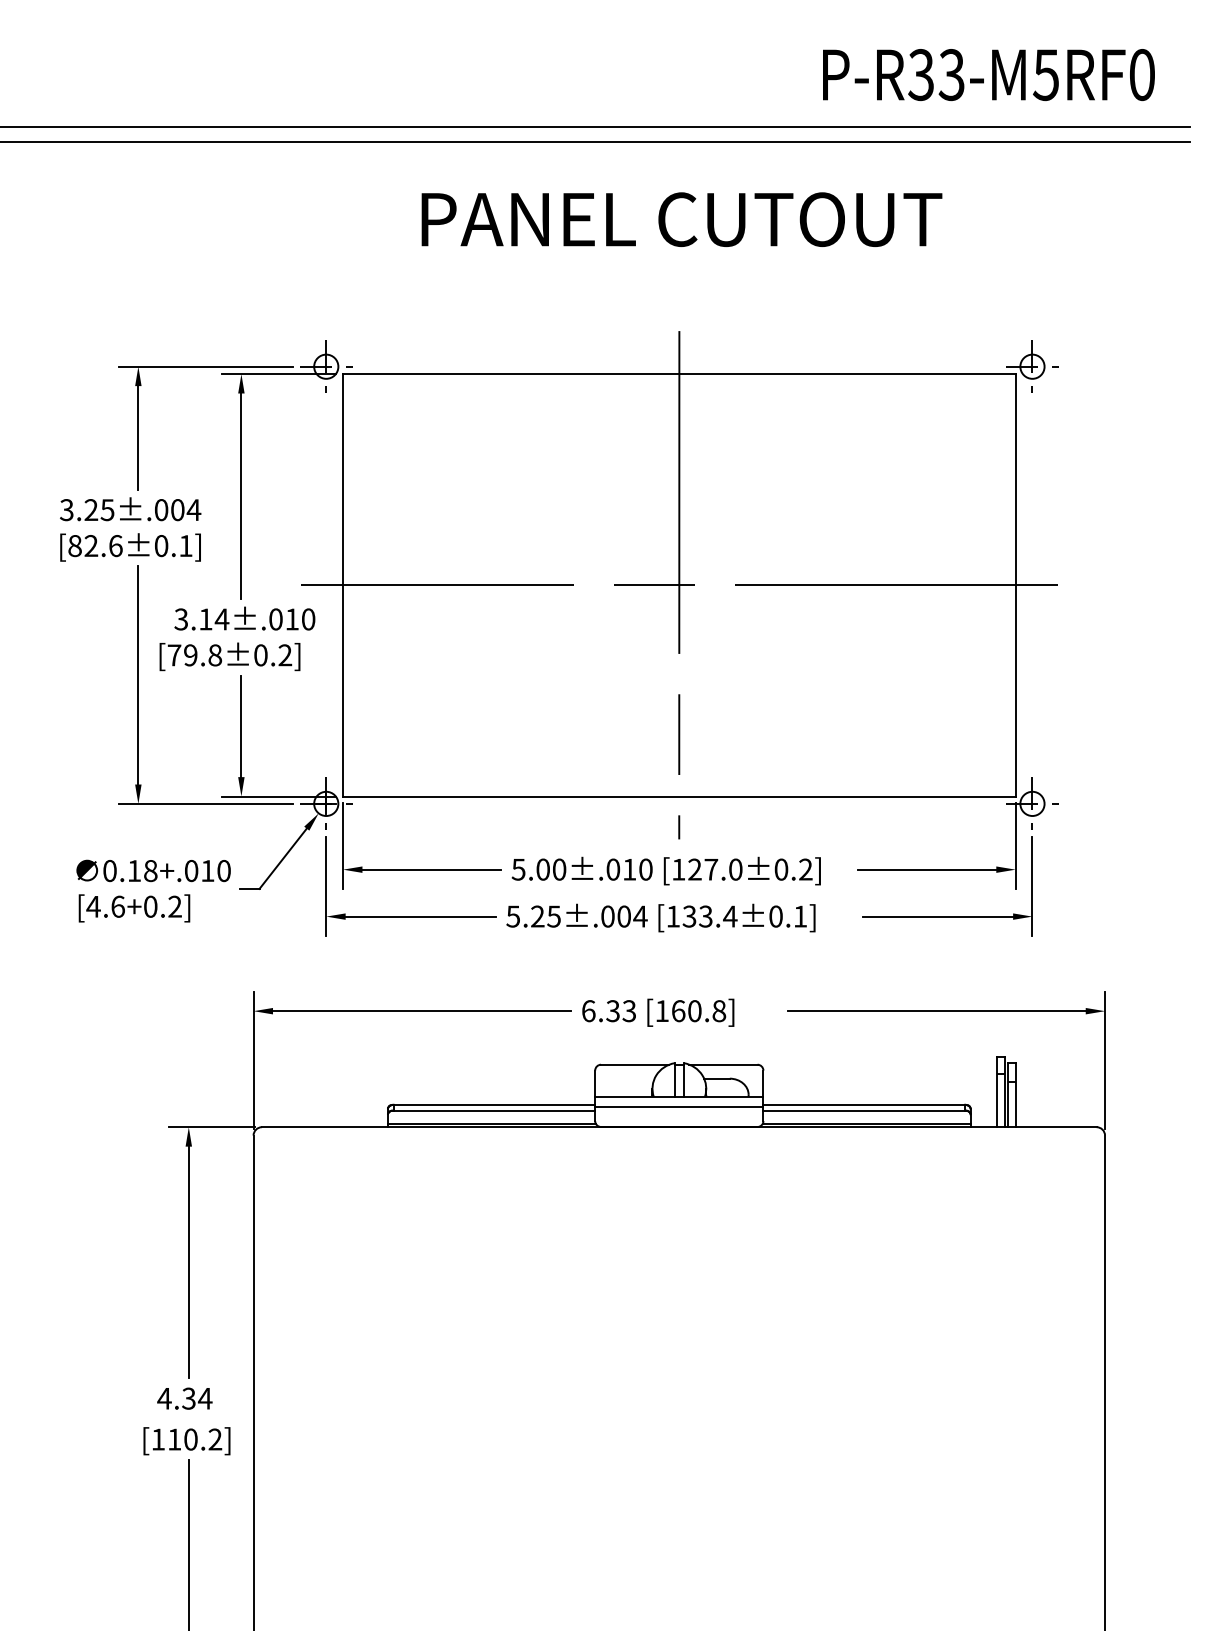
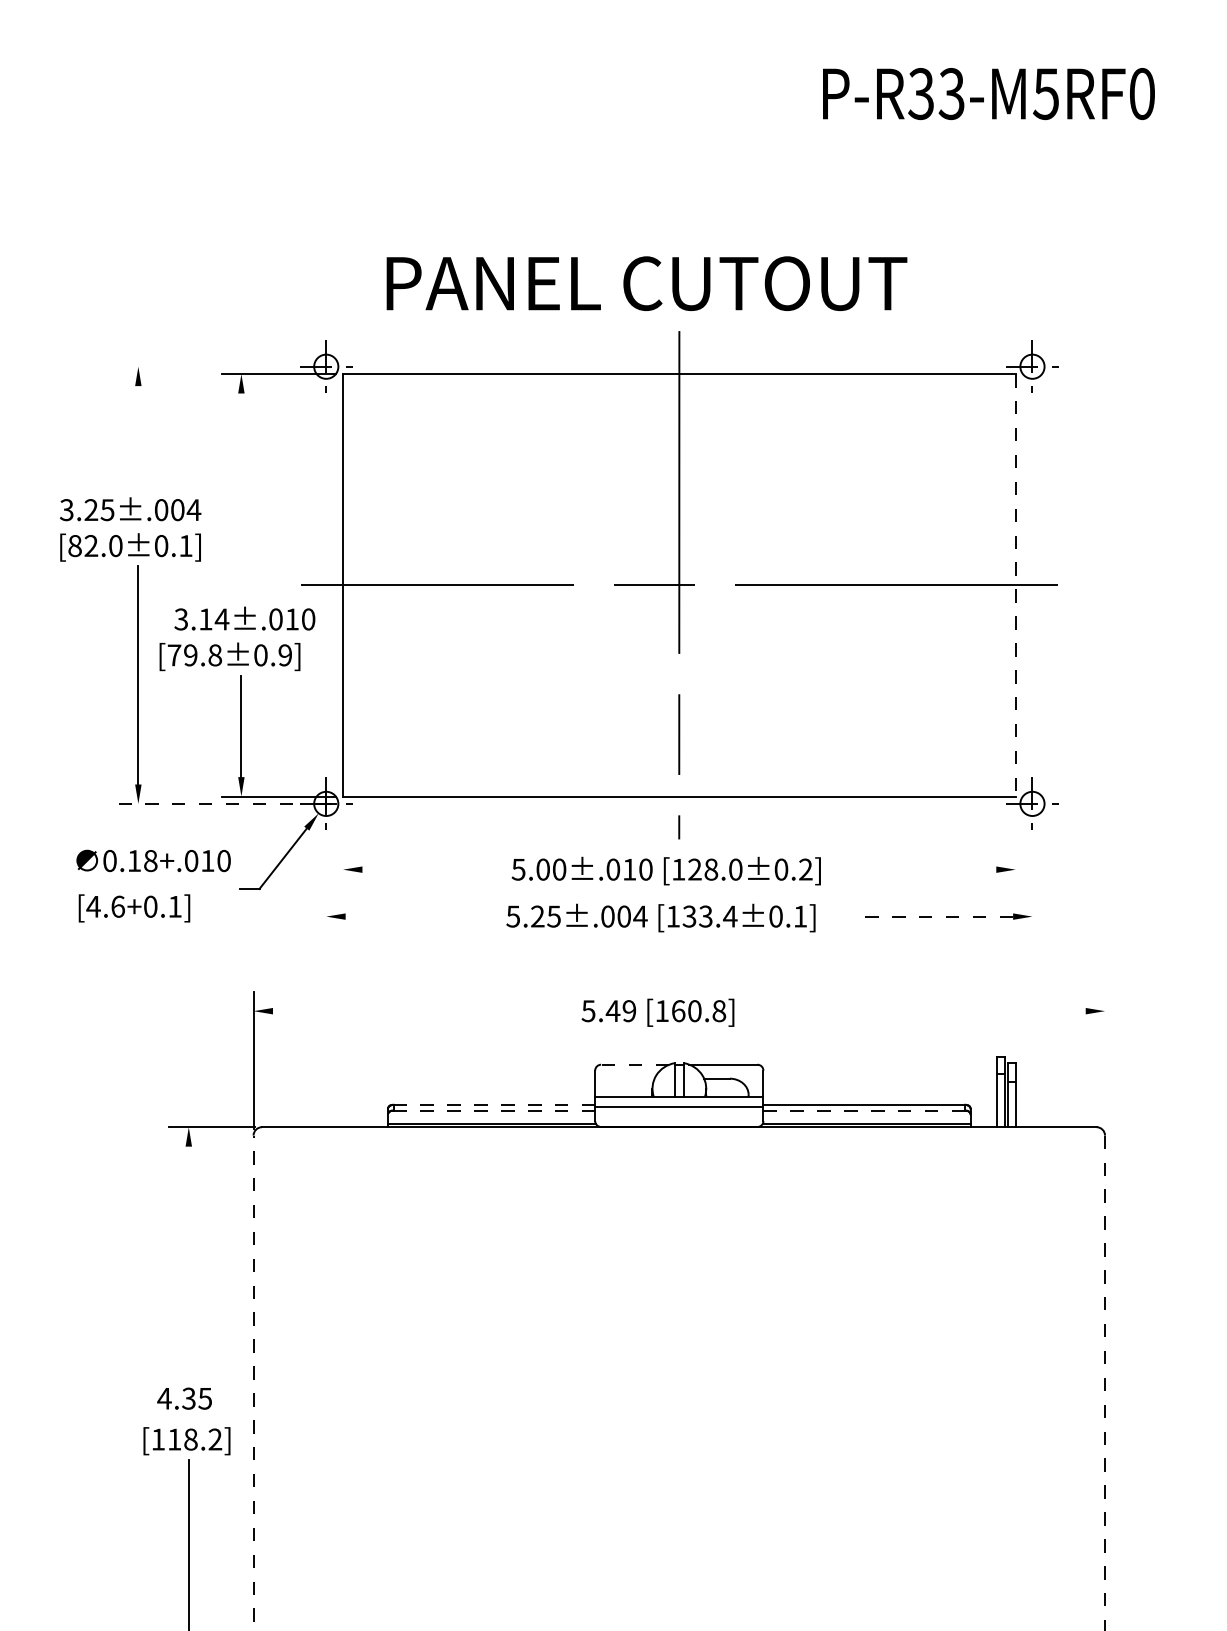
text at (988, 75) position: (988, 75) -> (988, 94)
line at (596, 127): present -> none
line at (596, 141): present -> none
text at (681, 219) position: (681, 219) -> (646, 283)
line at (206, 366): present -> none
line at (138, 437): present -> none
line at (241, 496): present -> none
text at (115, 545): [82.6±0.1] -> [82.0±0.1]
line at (1015, 585): solid -> dashed
text at (285, 655): [79.8±0.2] -> [79.8±0.9]
line at (205, 803): solid -> dashed
line at (343, 846): present -> none
line at (1015, 846): present -> none
line at (431, 869): present -> none
text at (711, 869): [127.0±0.2] -> [128.0±0.2]
line at (926, 869): present -> none
text at (153, 870) position: (153, 870) -> (153, 860)
line at (326, 885): present -> none
line at (1032, 885): present -> none
text at (174, 906): [4.6+0.2] -> [4.6+0.1]
line at (420, 916): present -> none
line at (937, 916): solid -> dashed
line at (421, 1011): present -> none
text at (608, 1011): 6.33 -> 5.49
line at (936, 1011): present -> none
line at (1105, 1059): present -> none
line at (634, 1064): solid -> dashed
line at (494, 1104): solid -> dashed
line at (494, 1110): solid -> dashed
line at (864, 1110): solid -> dashed
line at (188, 1262): present -> none
line at (253, 1382): solid -> dashed
line at (1105, 1383): solid -> dashed
text at (204, 1398): 4.34 -> 4.35
text at (190, 1439): [110.2] -> [118.2]
